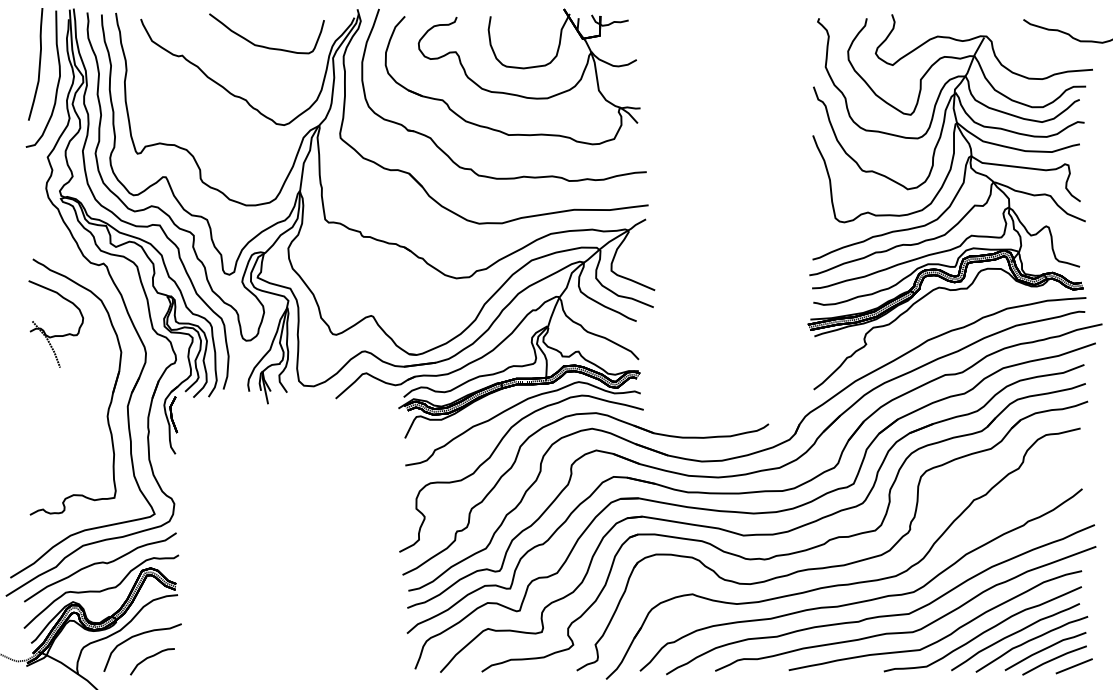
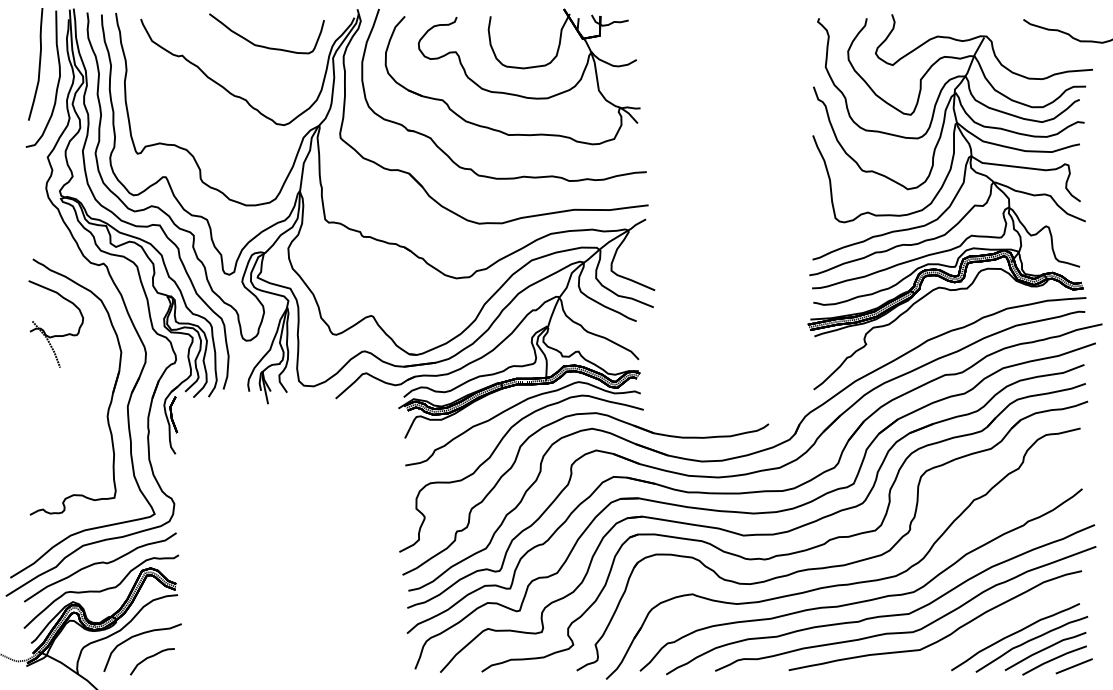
part at (982, 629): present -> none
